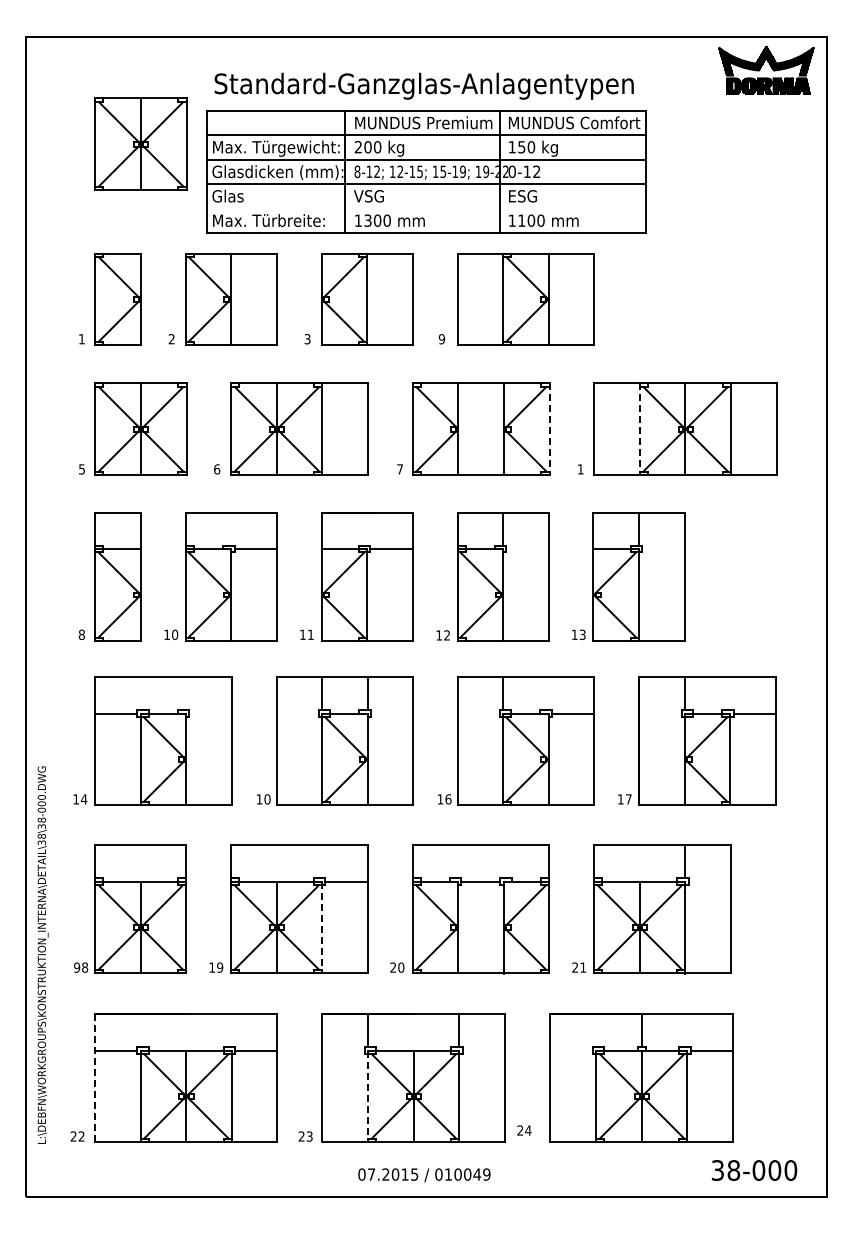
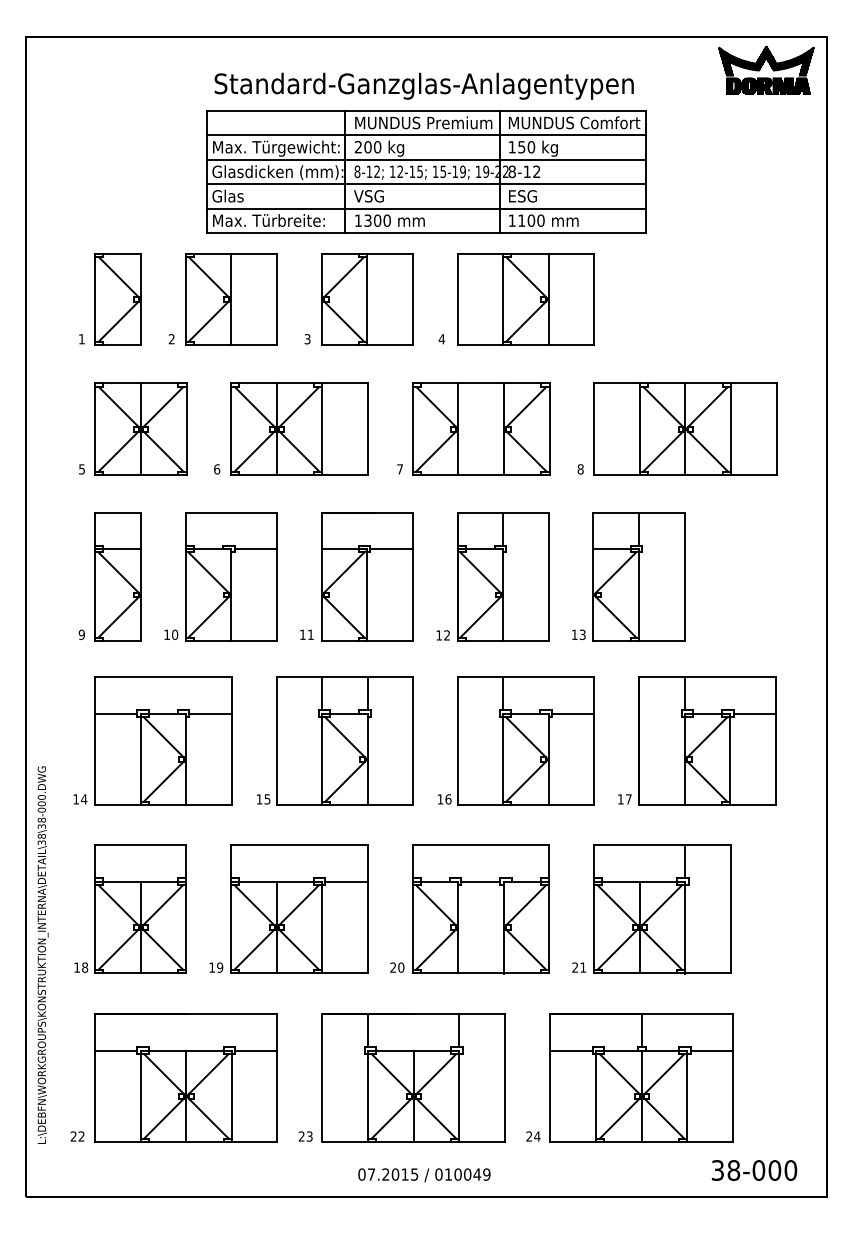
part at (140, 143): present -> none
text at (511, 171): 0-12 -> 8-12
line at (426, 208): none -> present
text at (441, 339): 9 -> 4
line at (549, 429): dashed -> solid
line at (639, 429): dashed -> solid
text at (580, 469): 1 -> 8
text at (81, 634): 8 -> 9
line at (210, 713): none -> present
text at (267, 799): 10 -> 15
line at (322, 927): dashed -> solid
text at (77, 967): 98 -> 18
line at (571, 1050): none -> present
line at (95, 1078): dashed -> solid
line at (368, 1096): dashed -> solid
text at (524, 1130) position: (524, 1130) -> (533, 1136)
